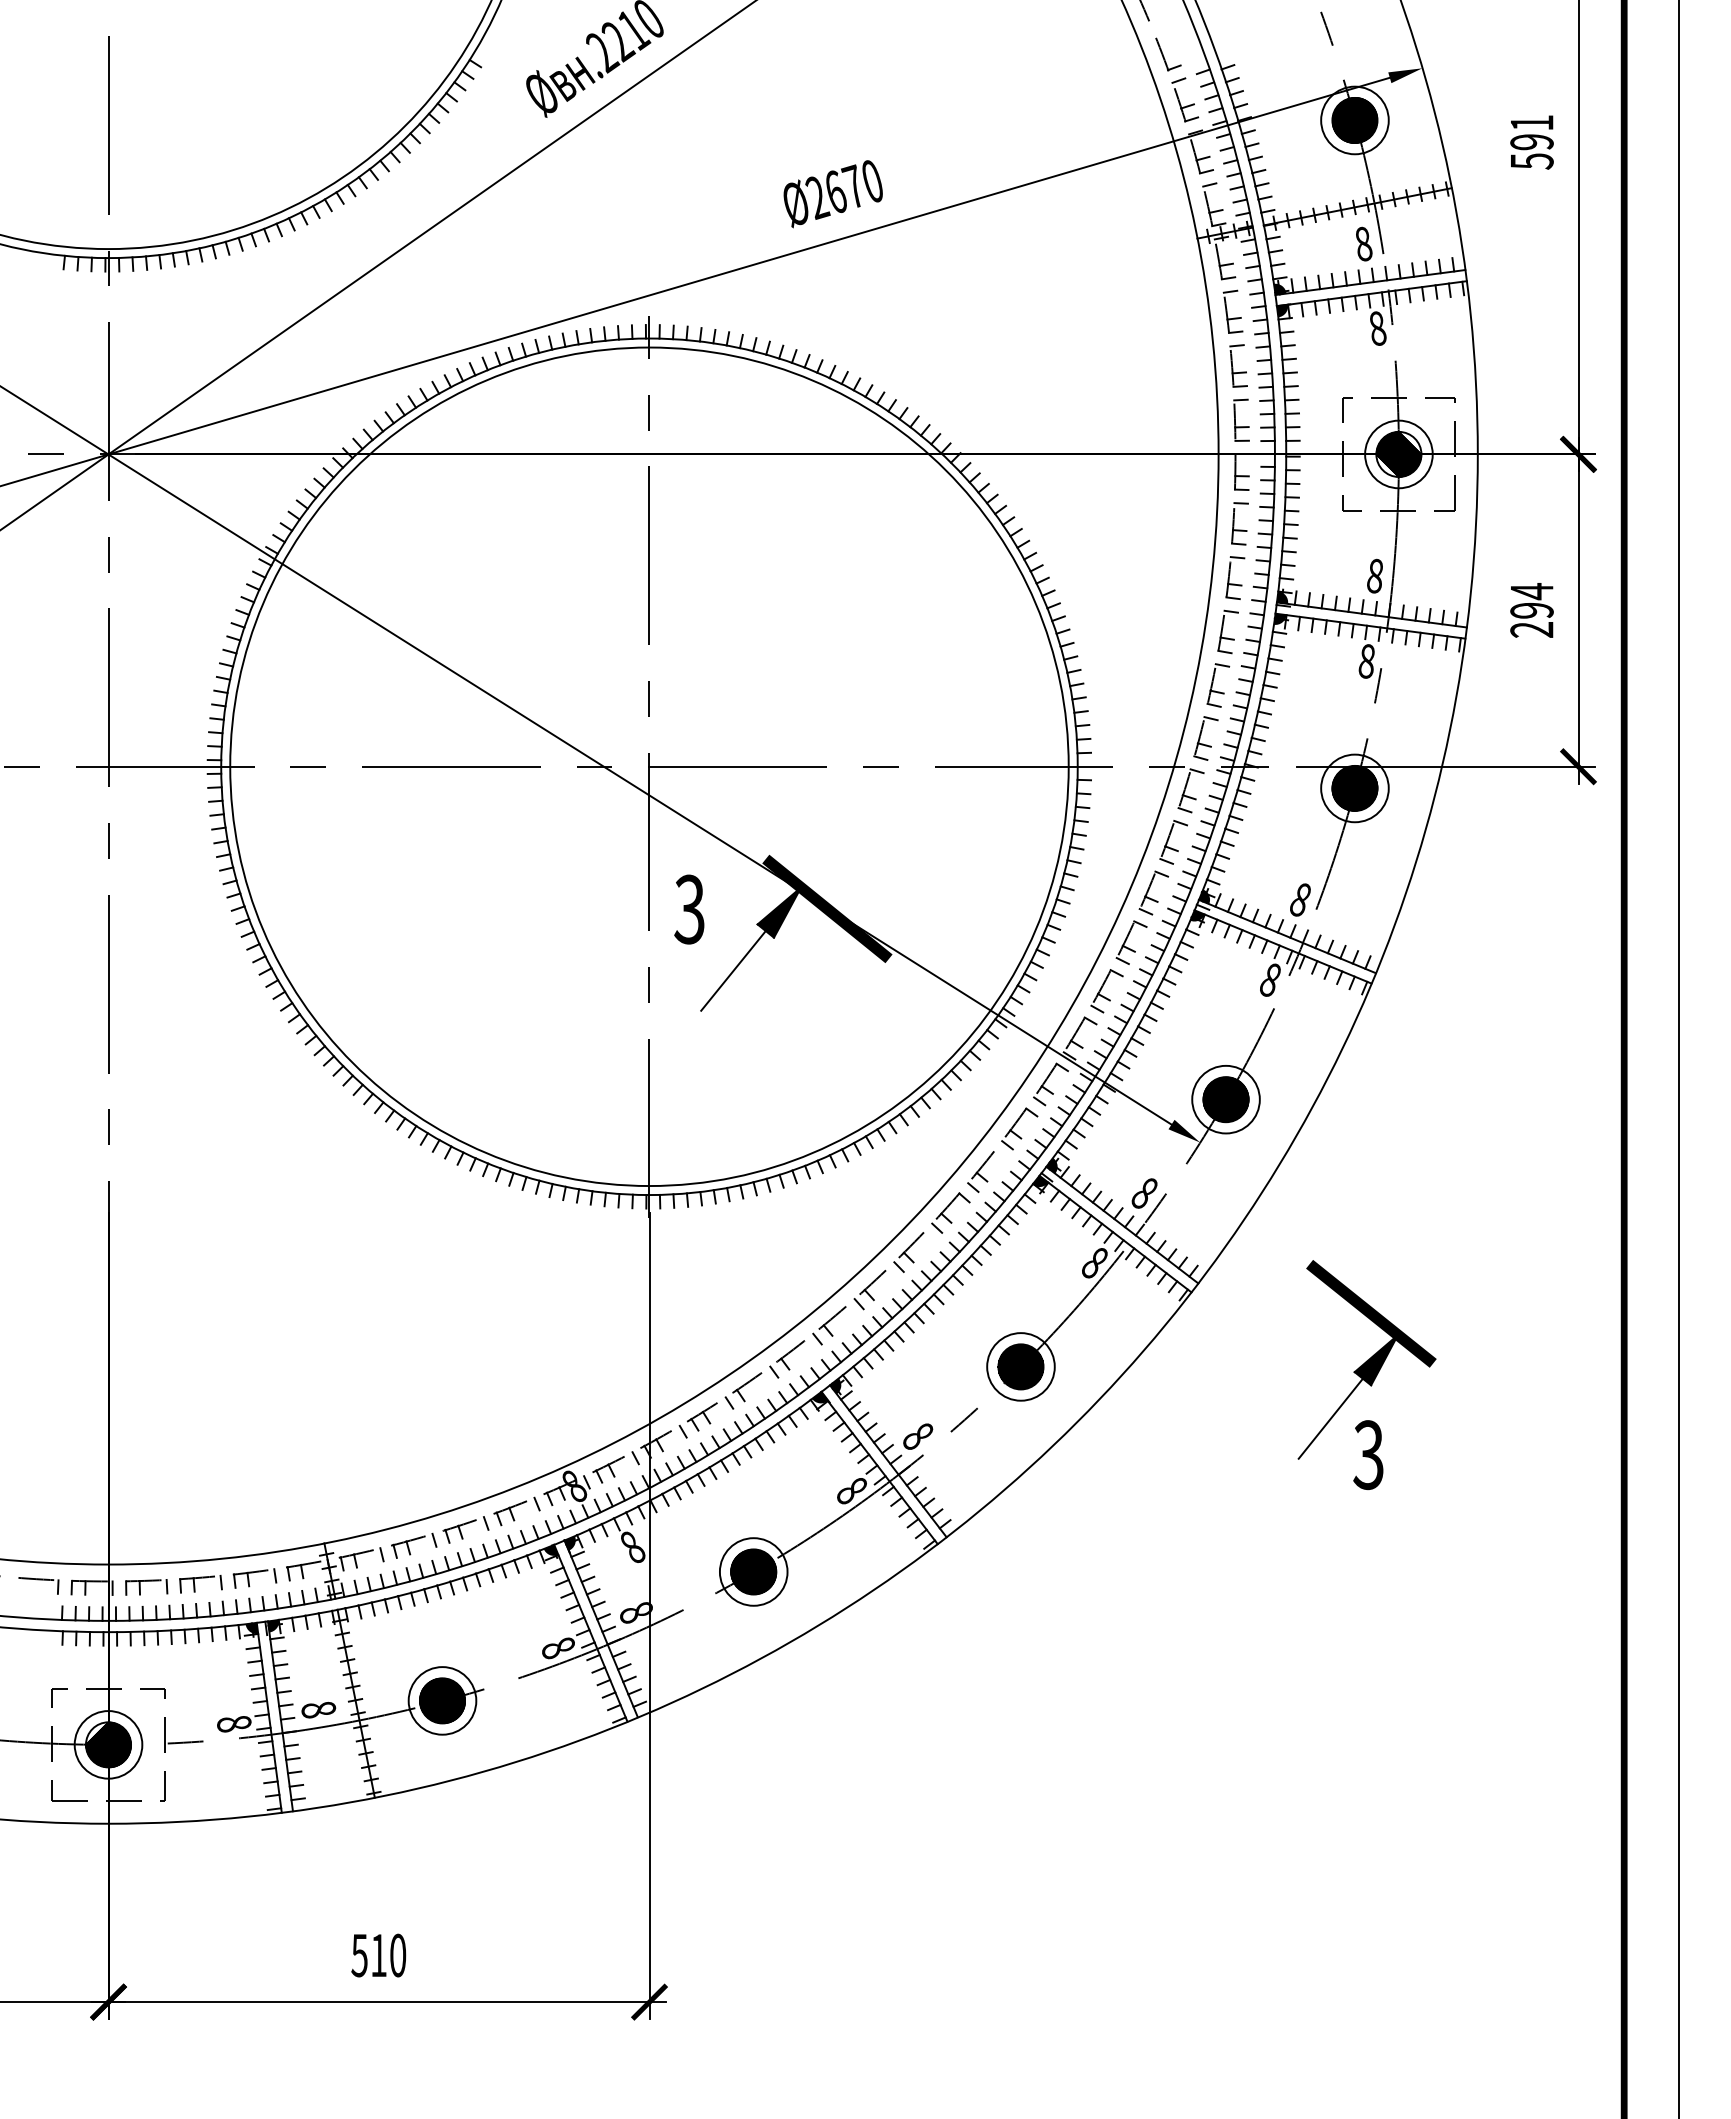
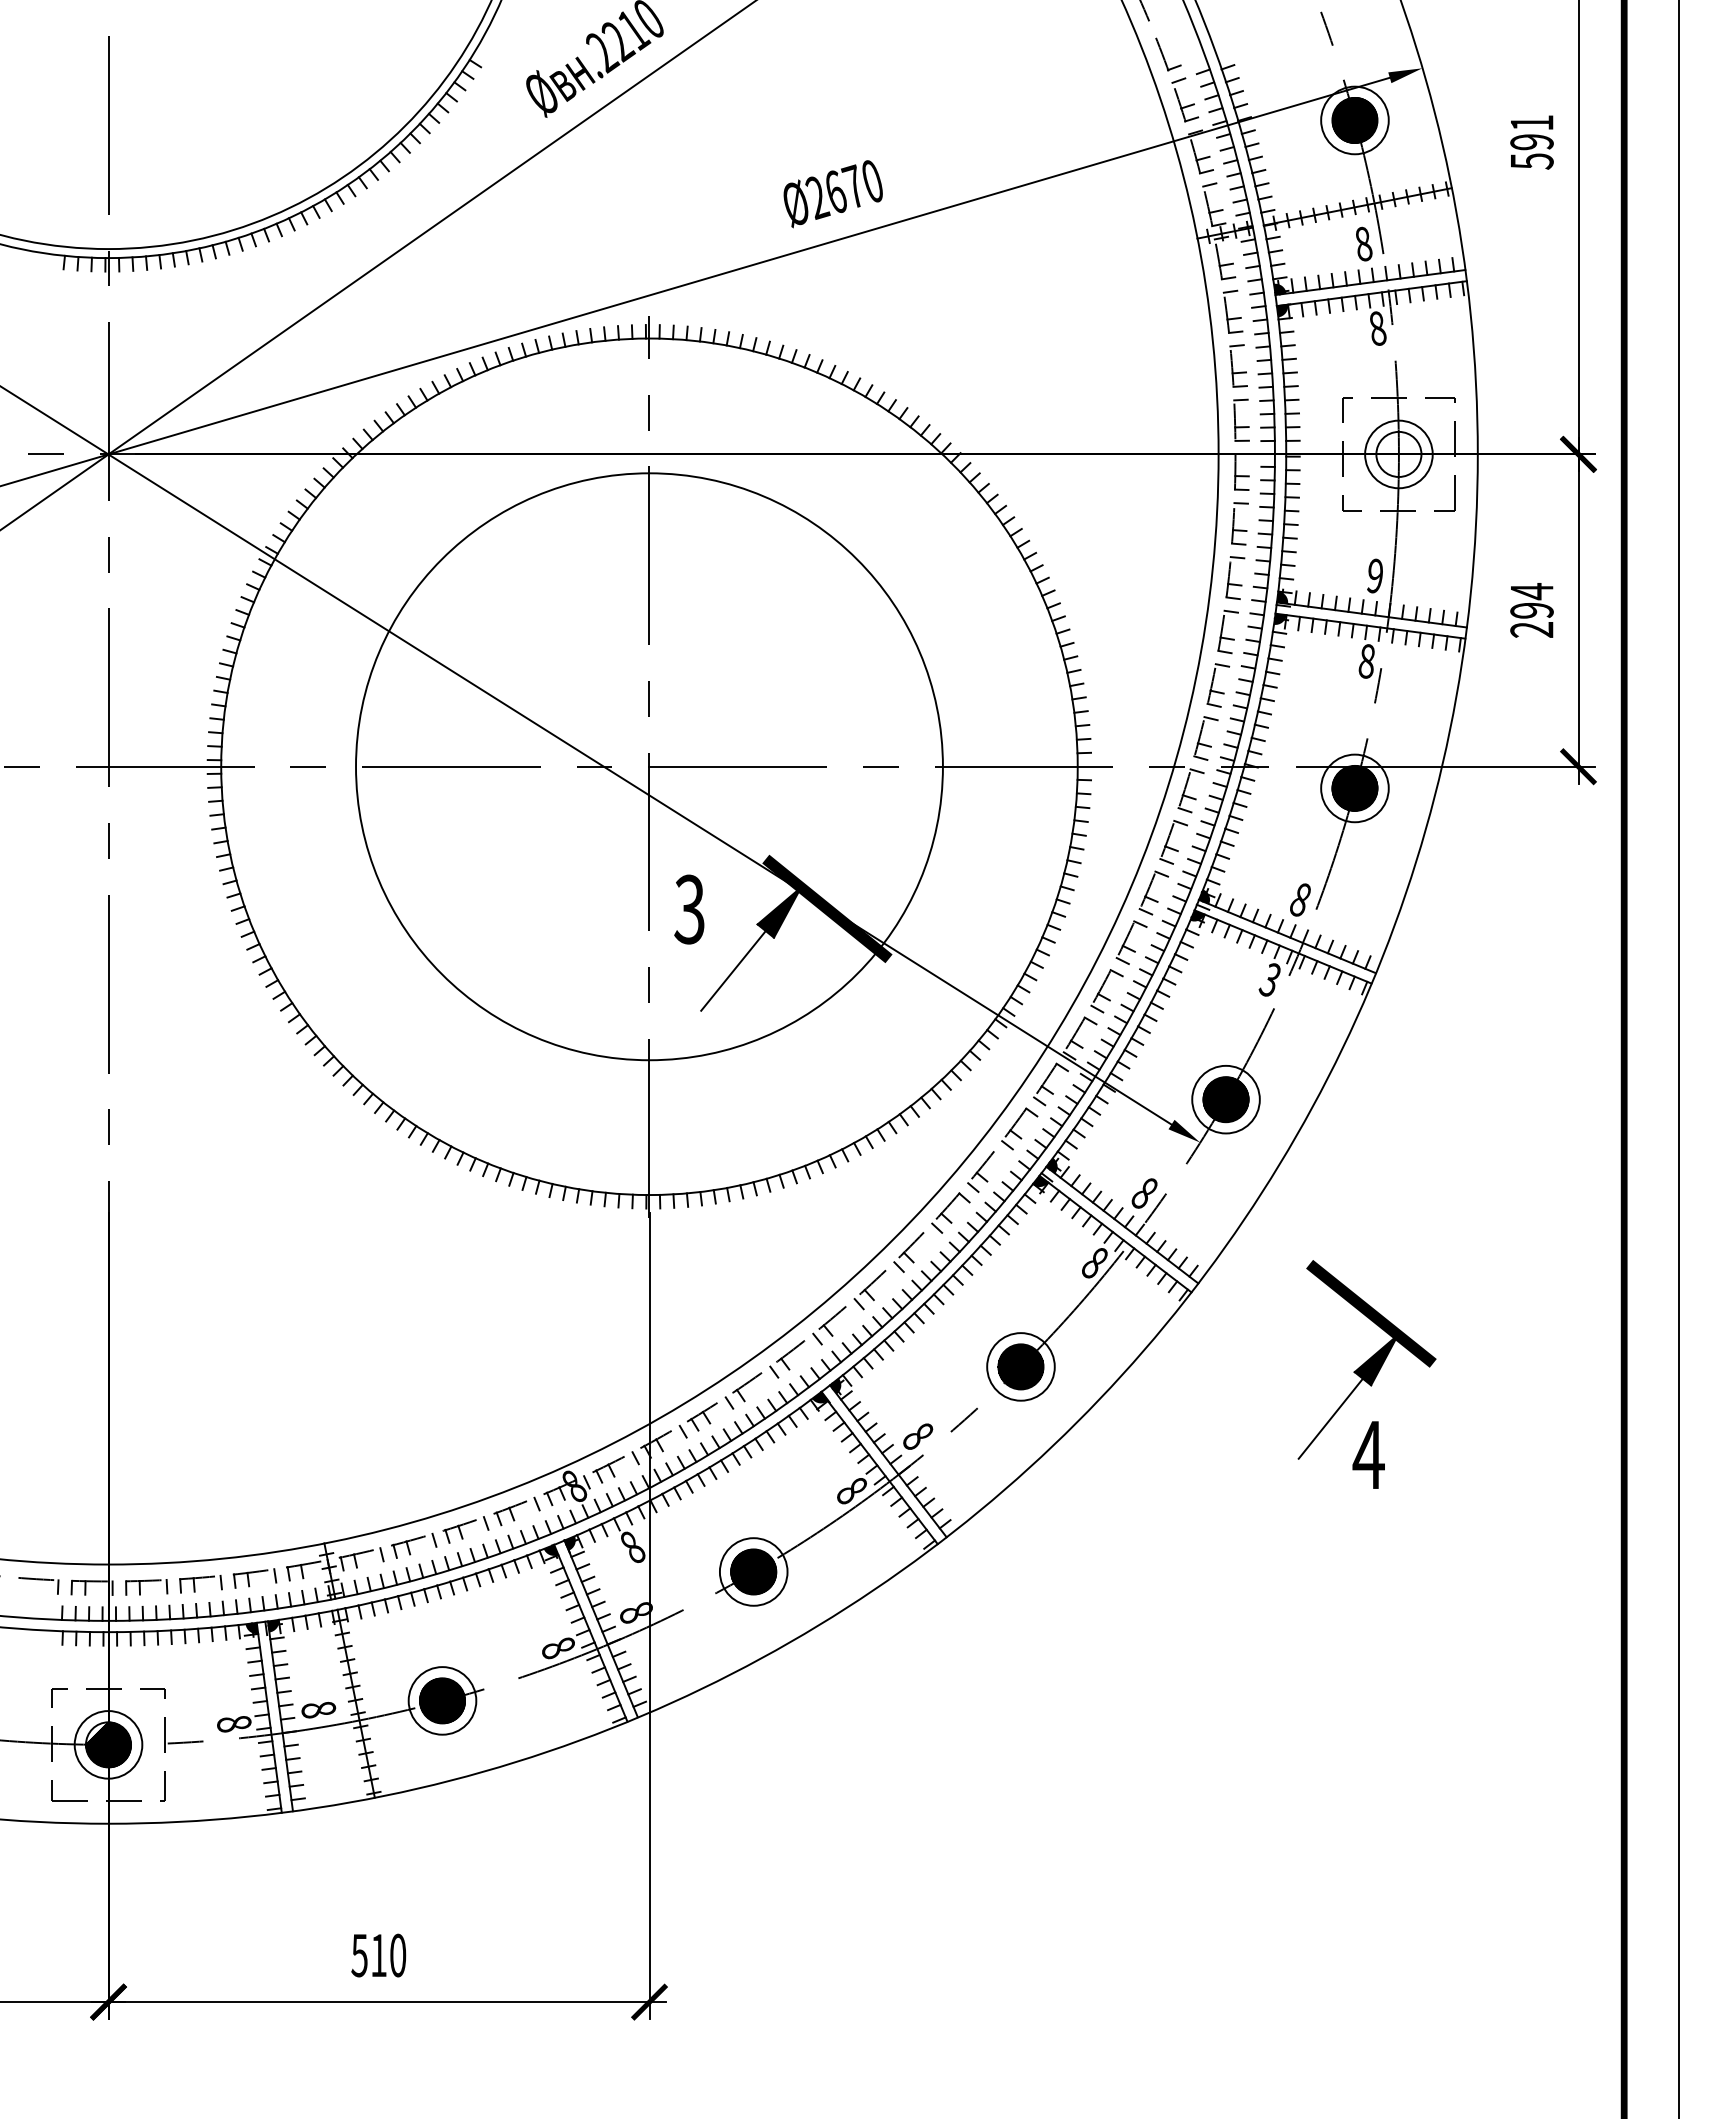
hatch at (1398, 454): present -> none
text at (1374, 575): 8 -> 9
circle at (649, 766) diameter: 838 px -> 587 px
text at (1269, 979): 8 -> 3
text at (1368, 1455): 3 -> 4
